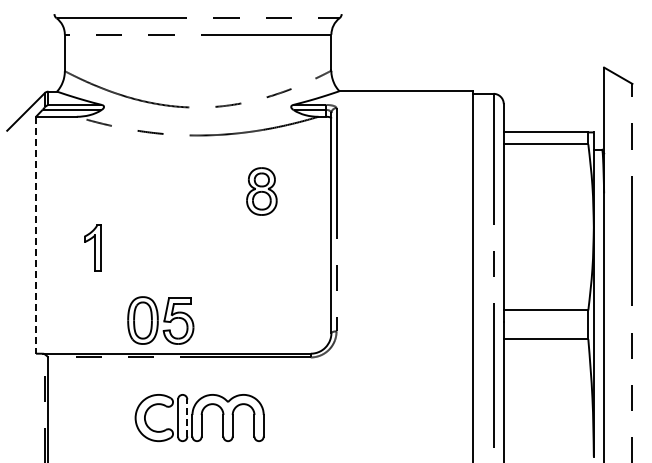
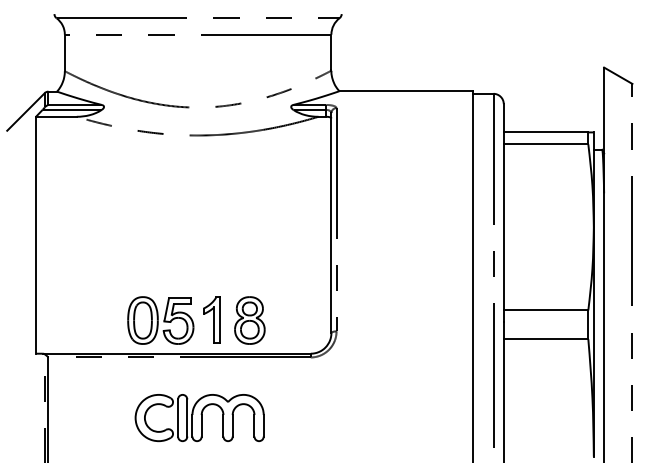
part at (261, 191) position: (261, 191) -> (249, 320)
line at (36, 235): dashed -> solid
part at (92, 247) position: (92, 247) -> (211, 319)
line at (187, 418): dashed -> solid
